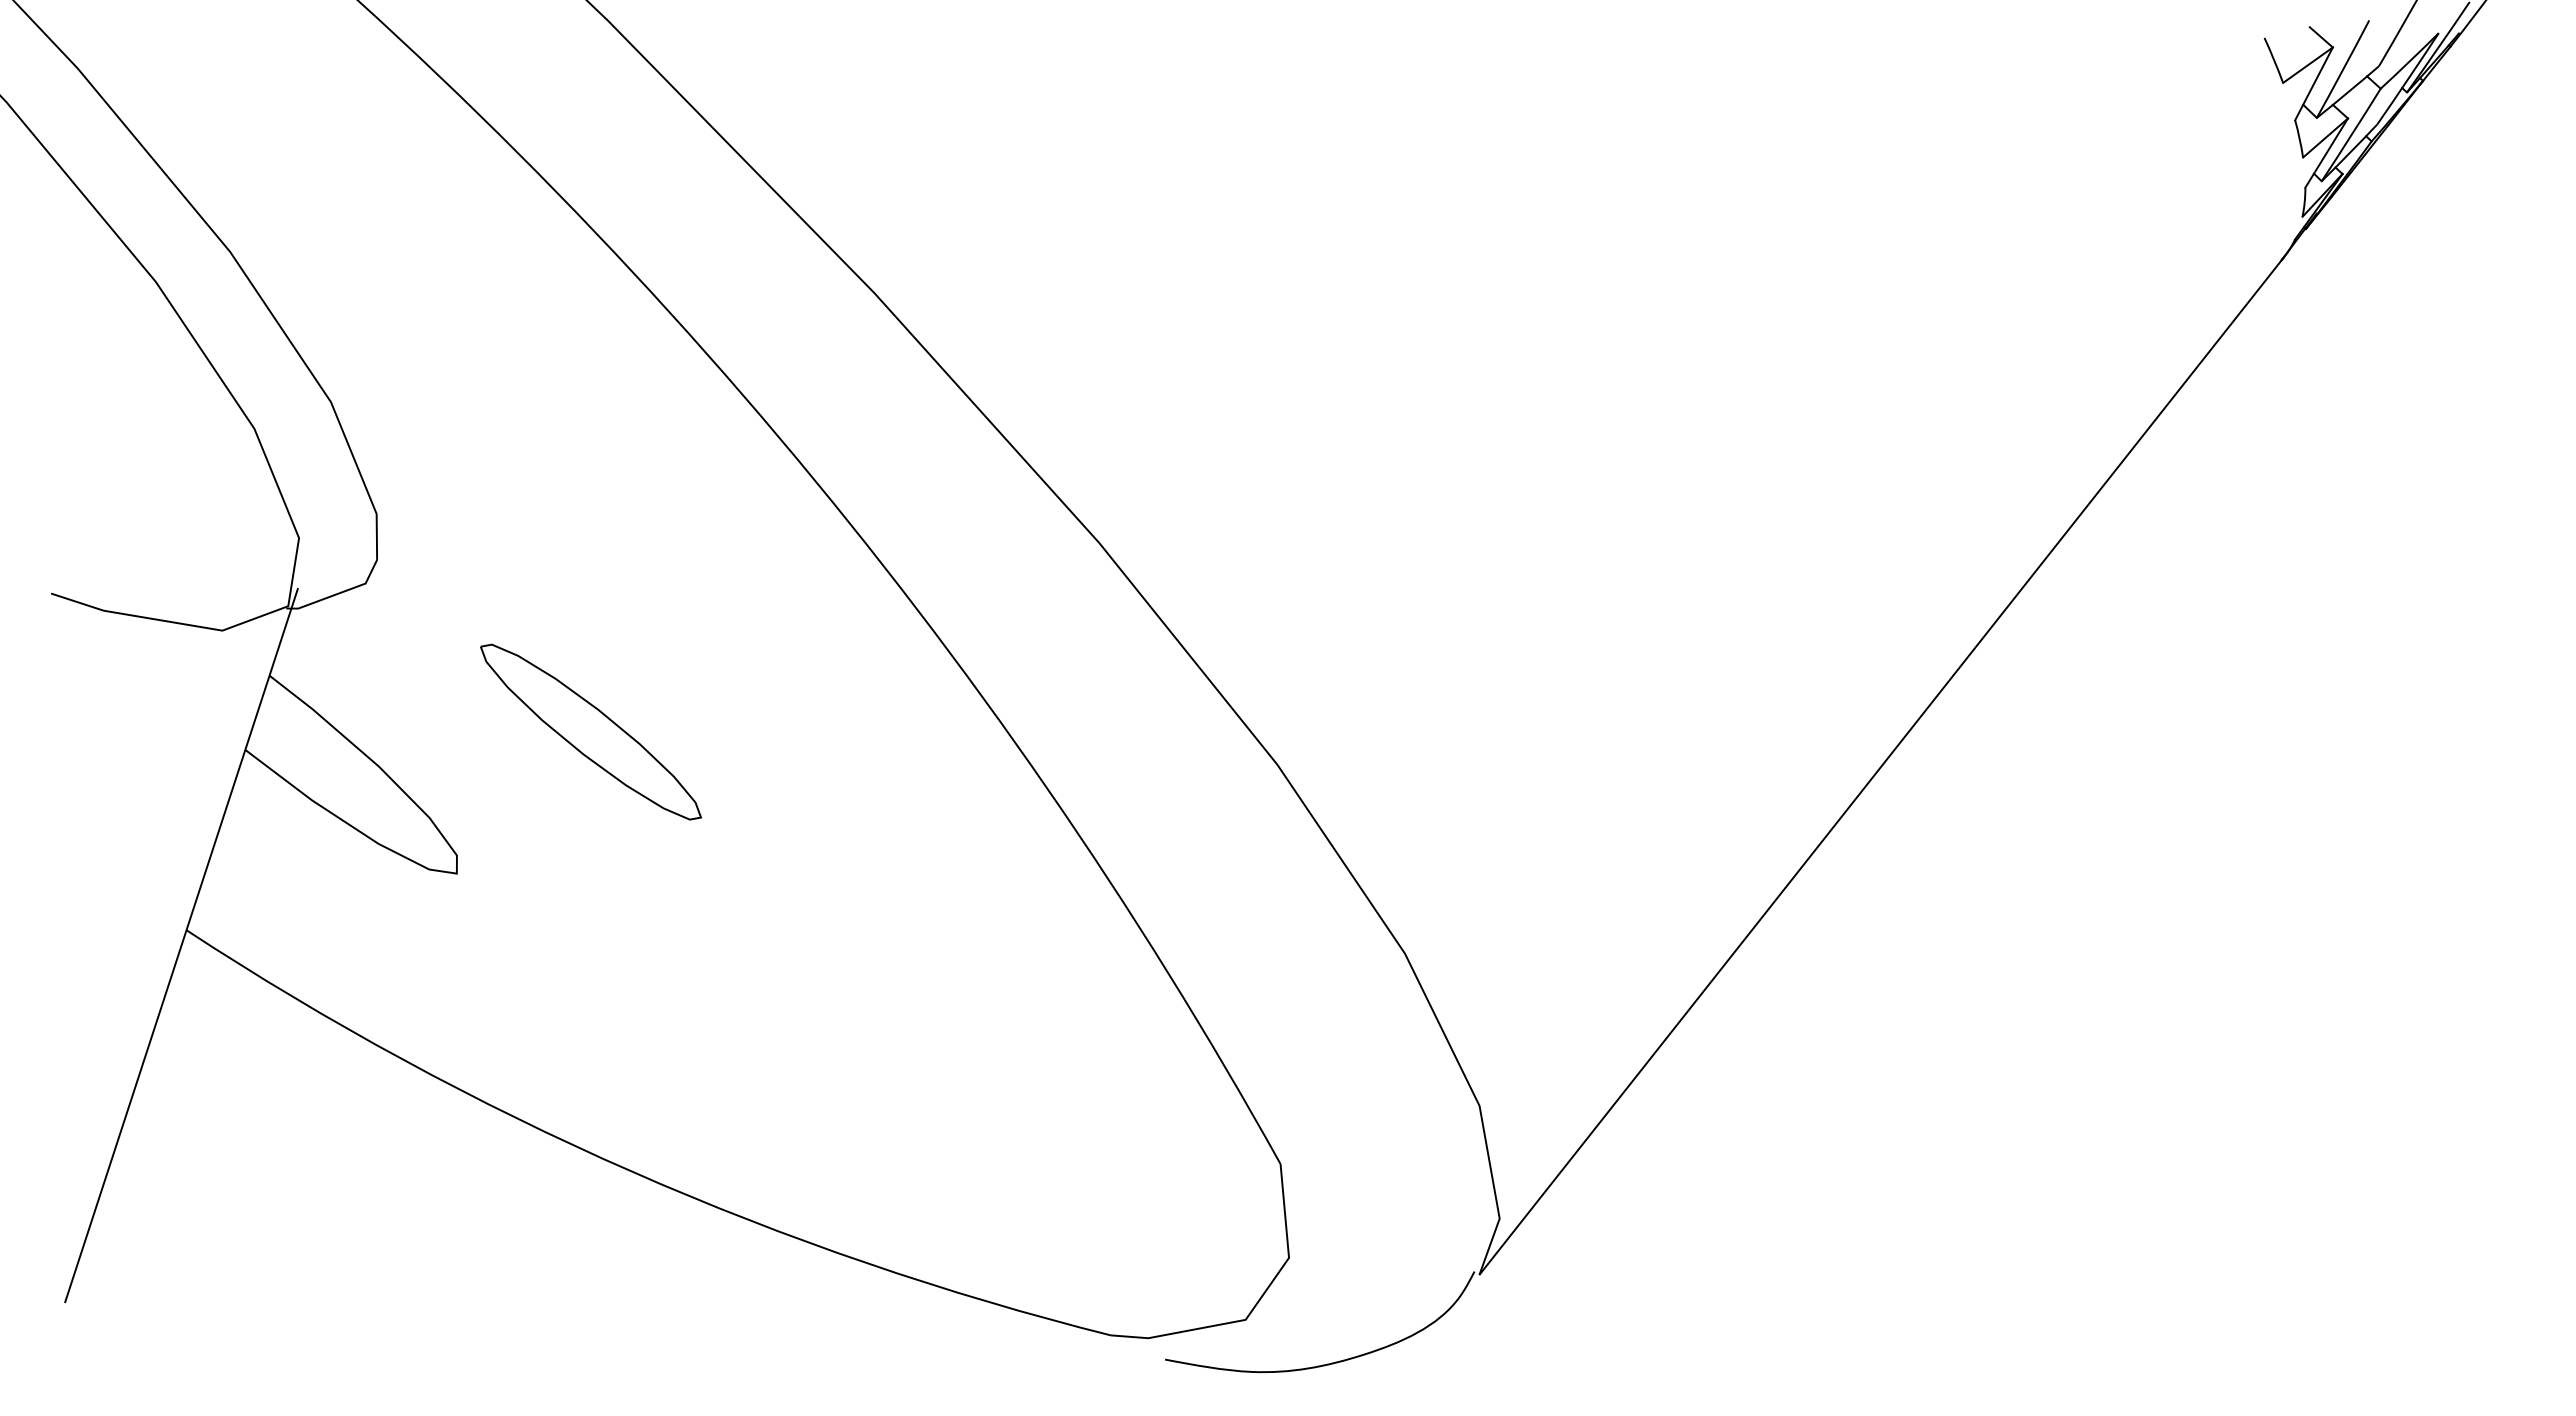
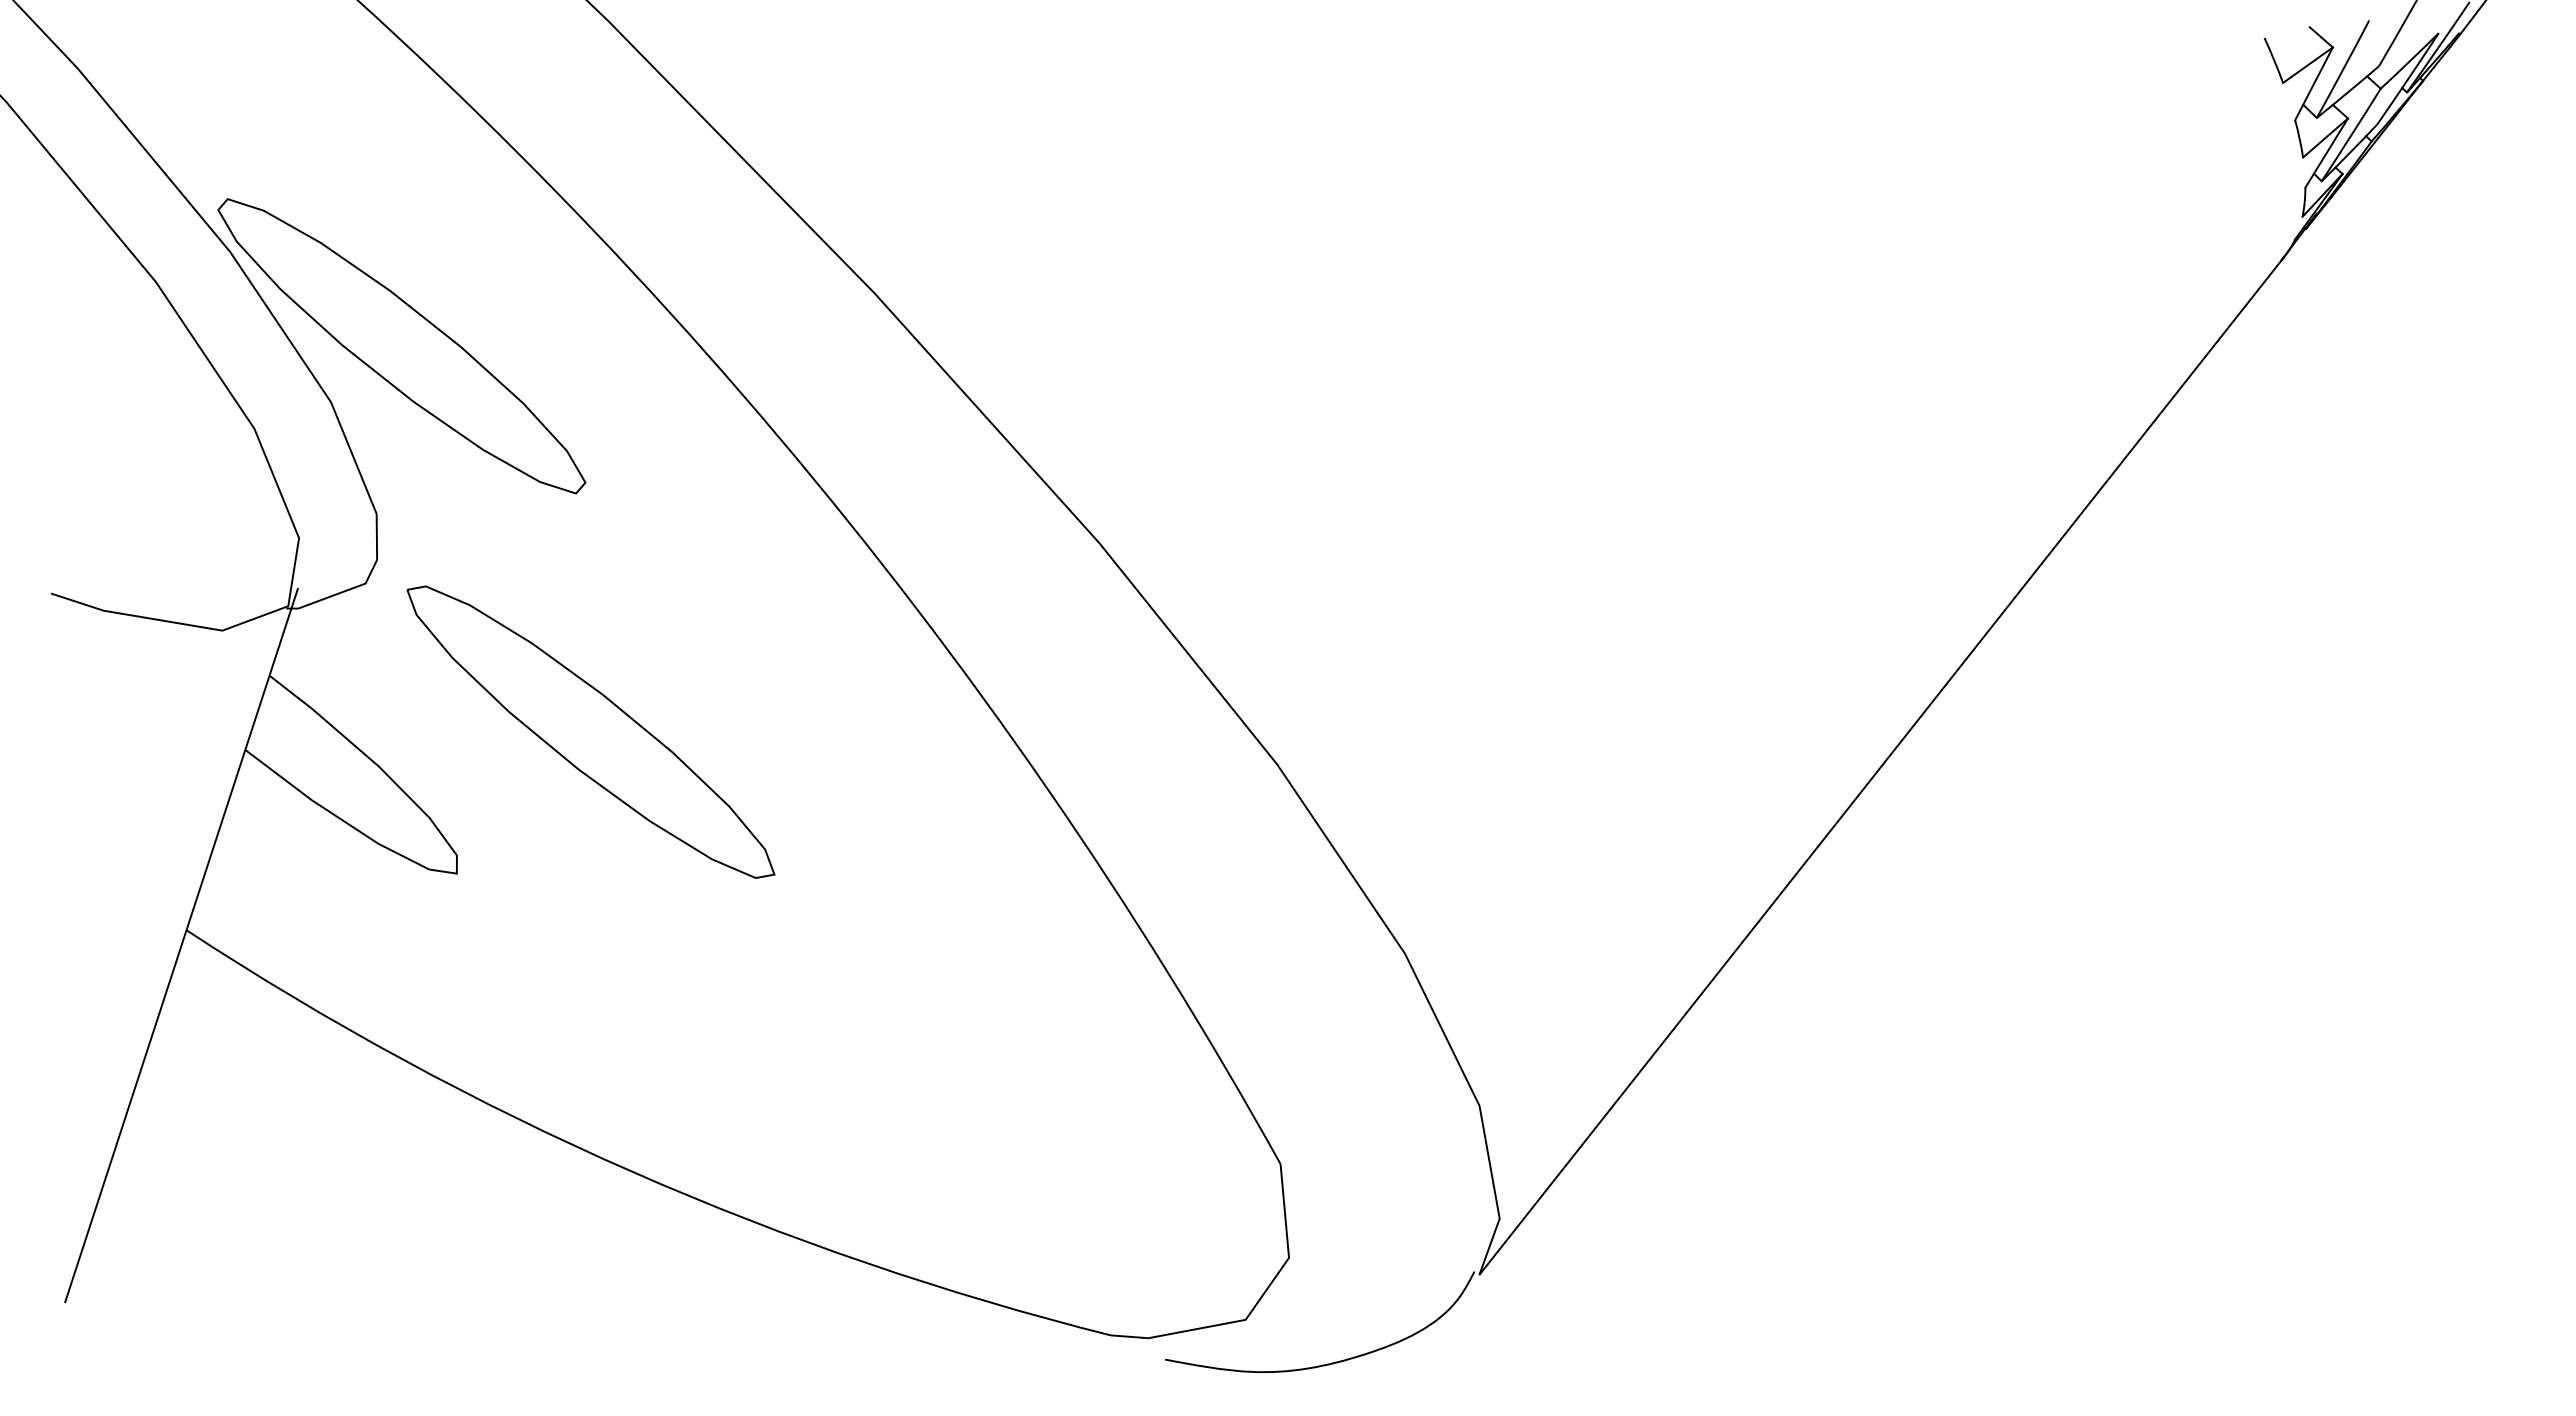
part at (401, 346): none -> present
part at (590, 731) size: 222x178 px -> 370x294 px
